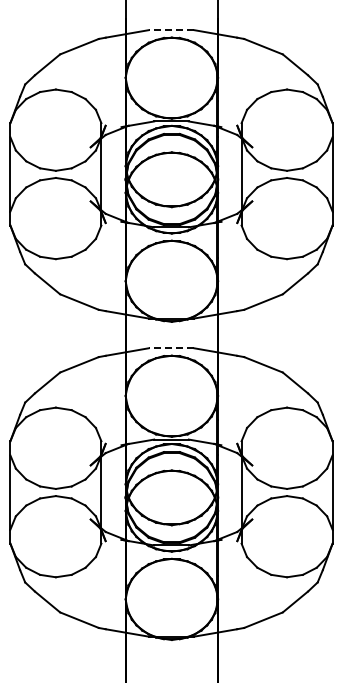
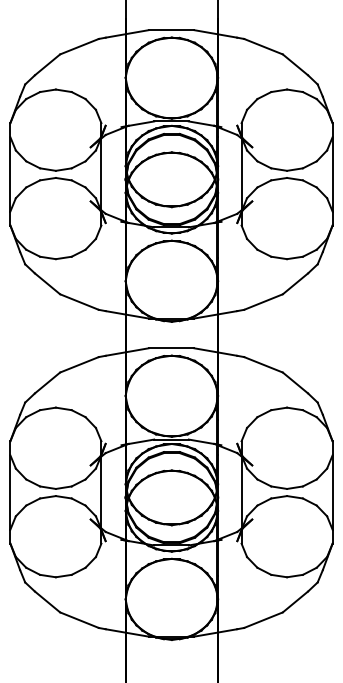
line at (171, 30): dashed -> solid
line at (171, 348): dashed -> solid
